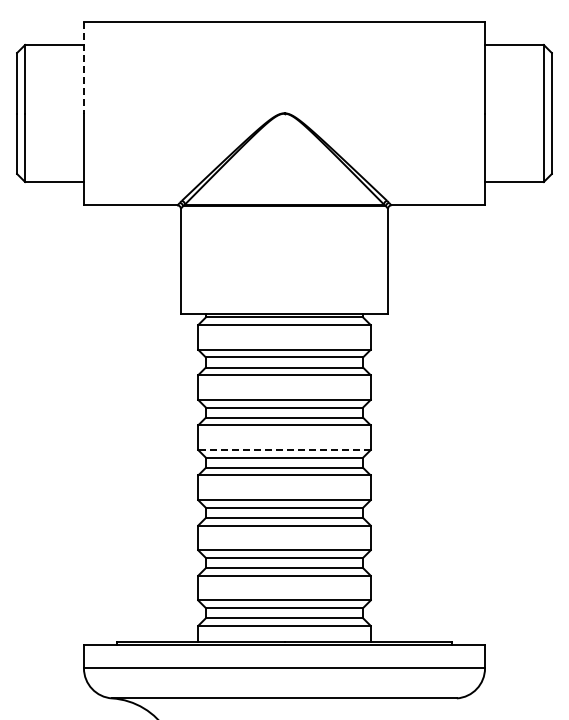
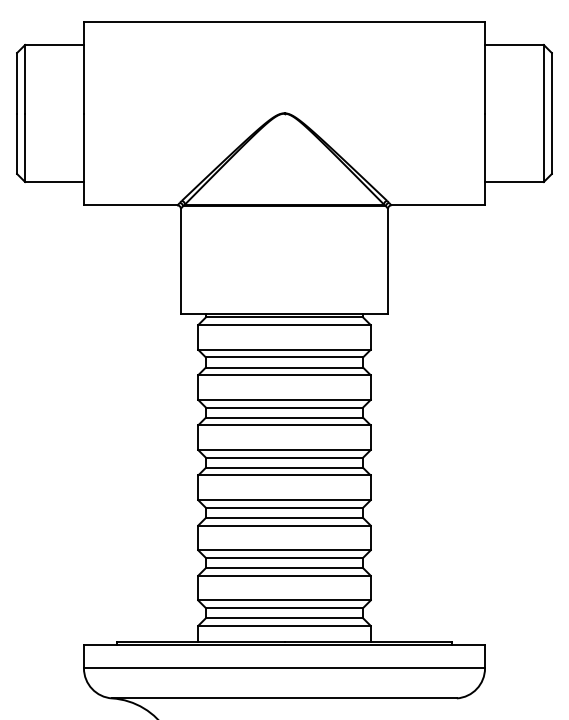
line at (83, 67): dashed -> solid
line at (284, 450): dashed -> solid
